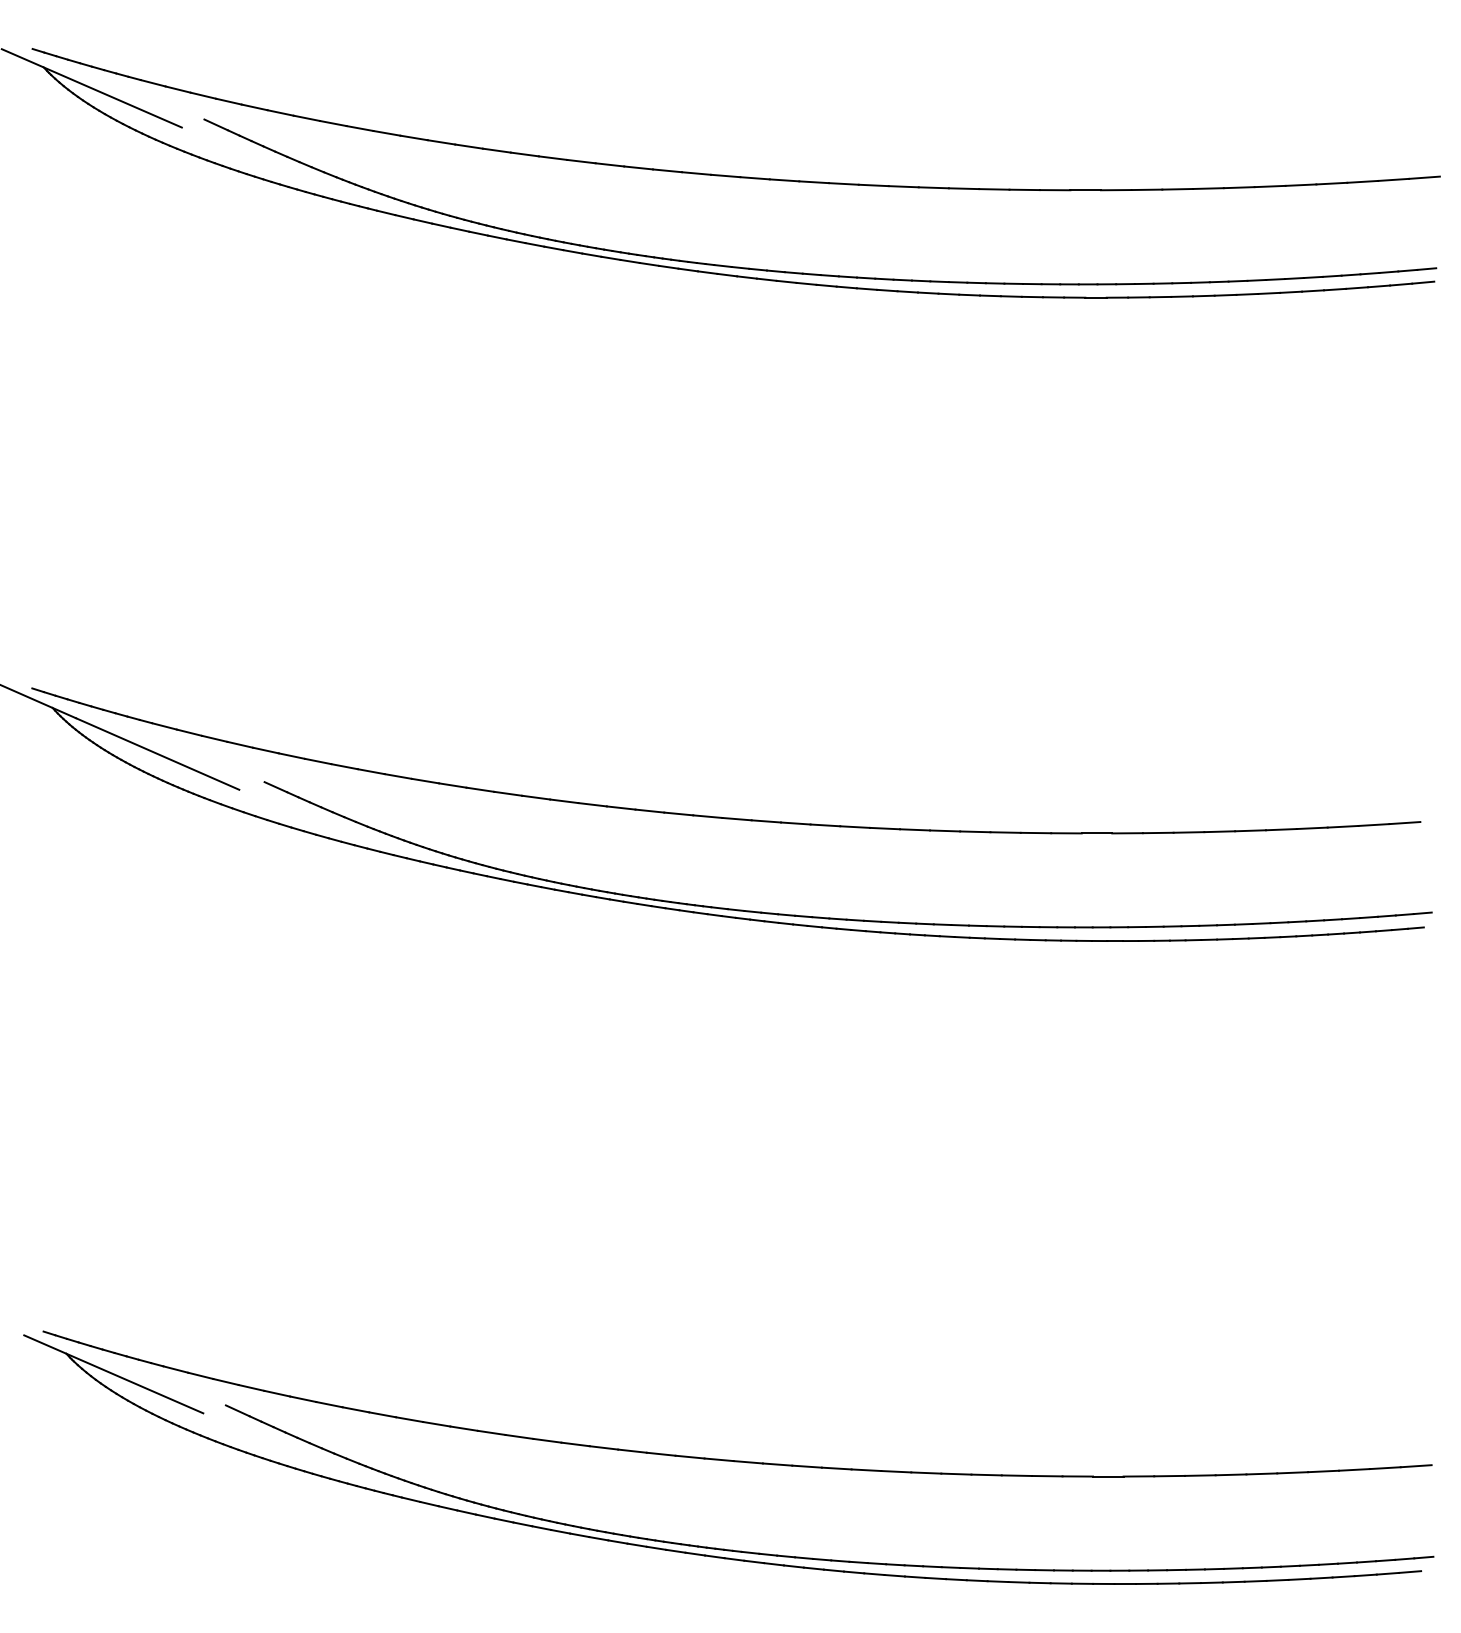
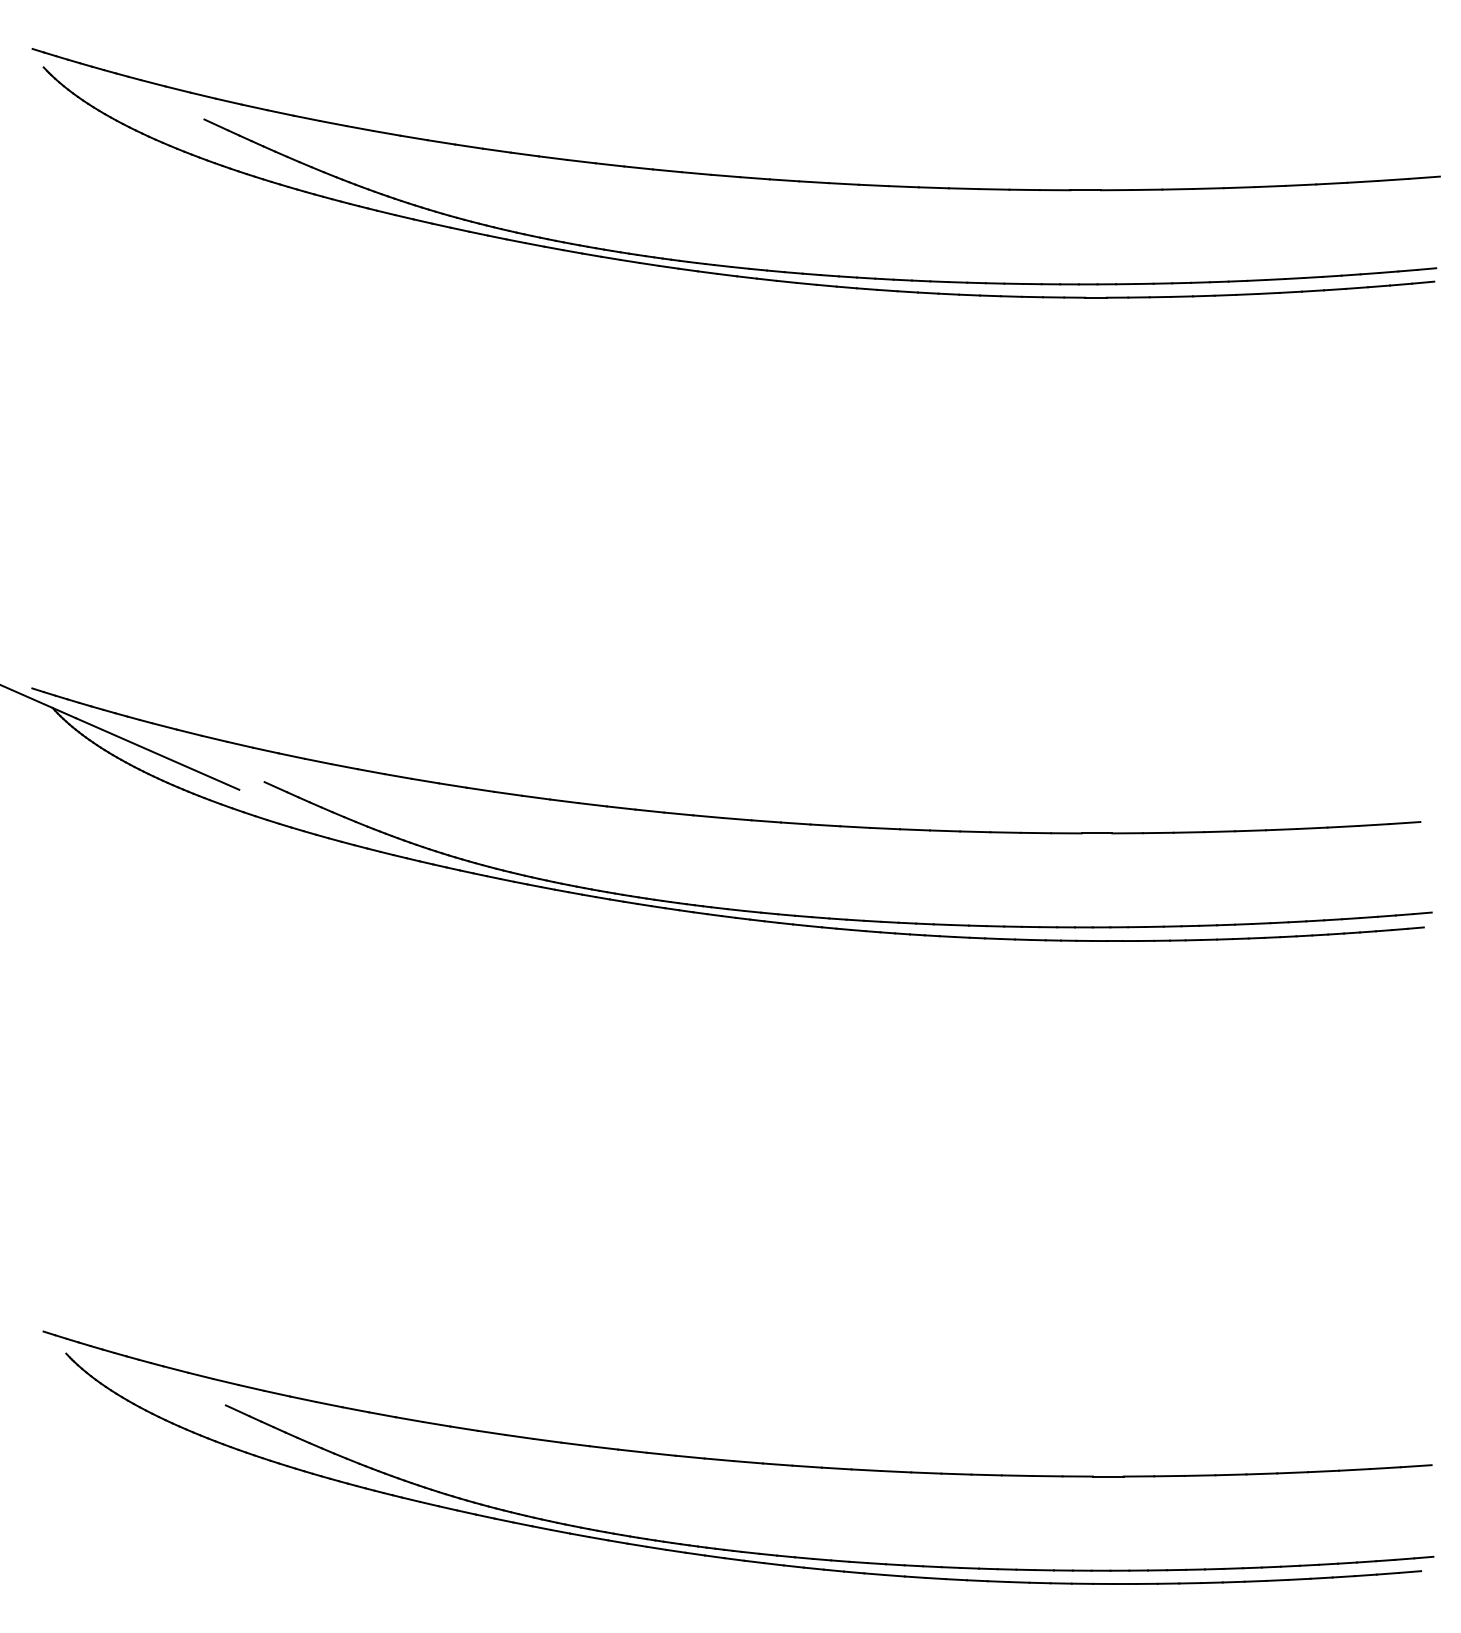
line at (91, 88): present -> none
line at (113, 1374): present -> none
